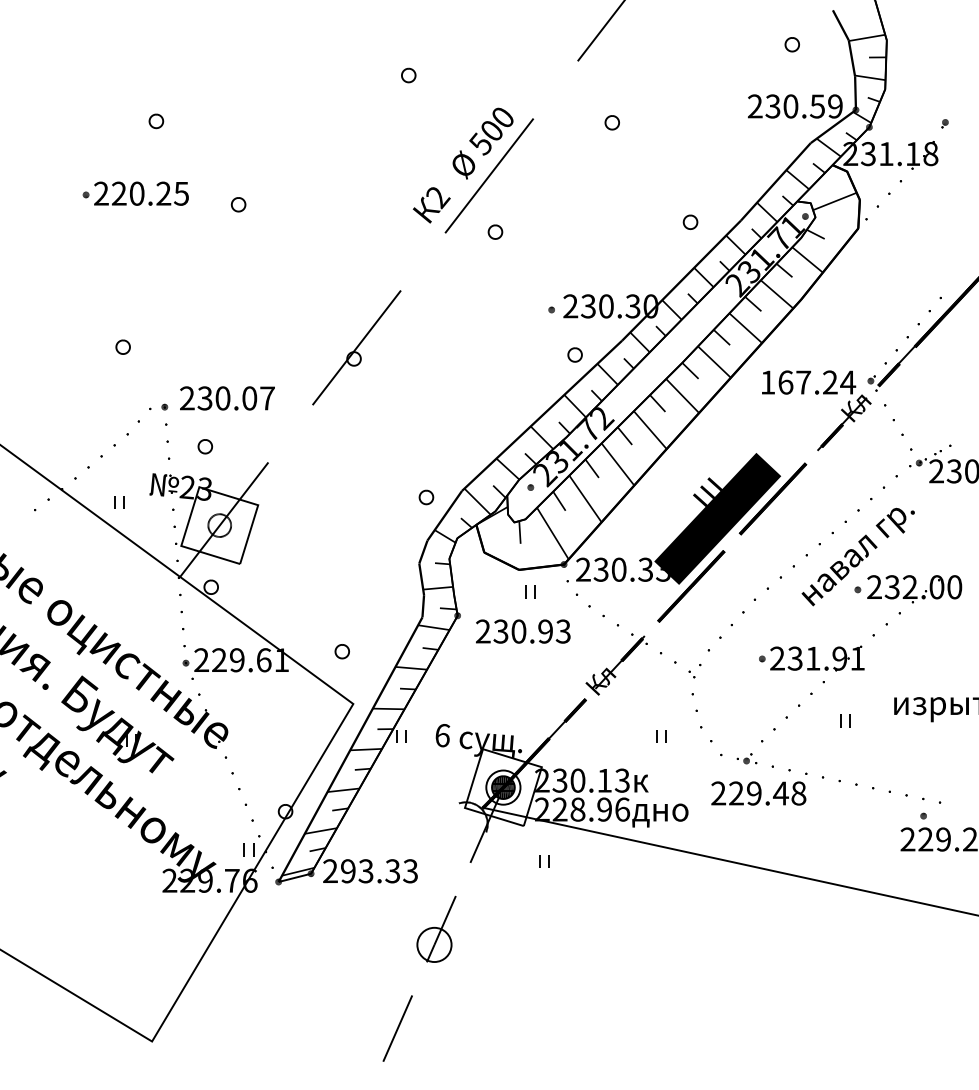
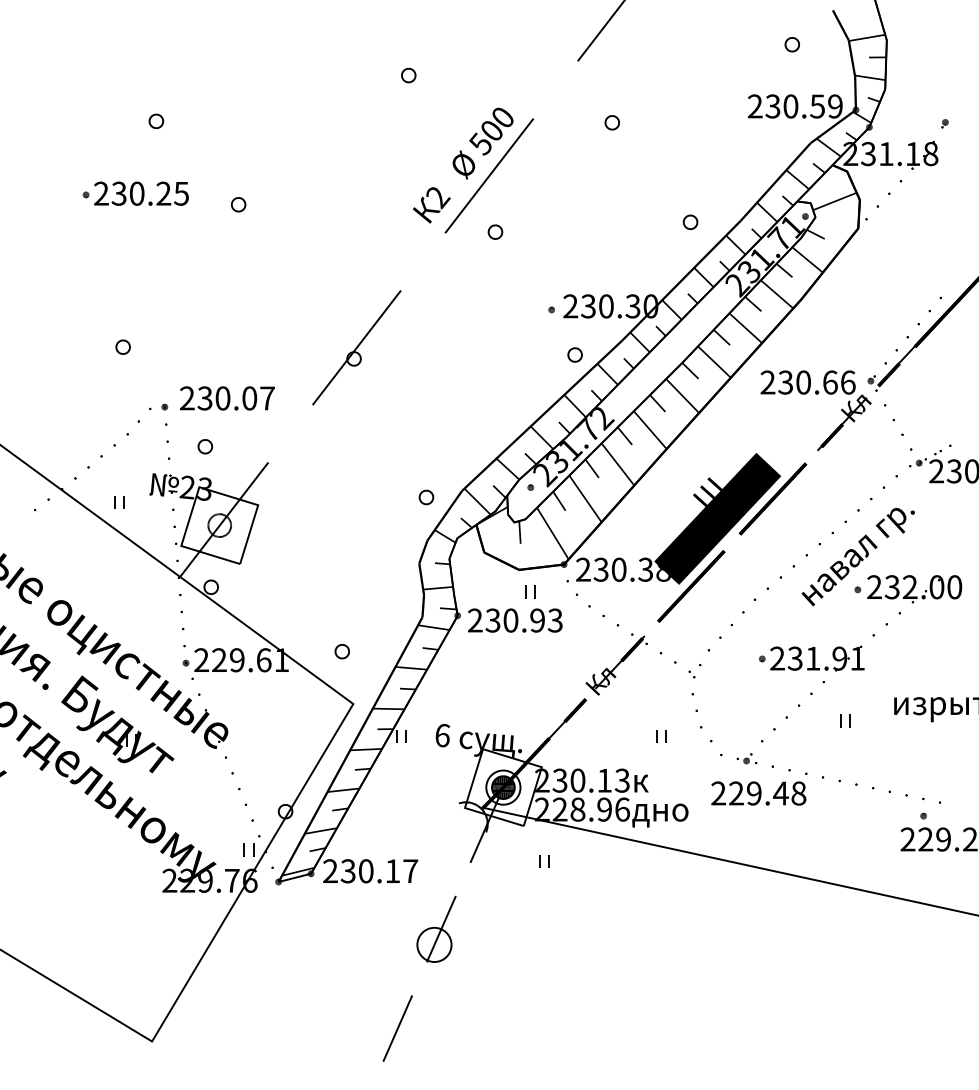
text at (118, 193): 220.25 -> 230.25
text at (808, 382): 167.24 -> 230.66
text at (663, 572): 230.33 -> 230.38
text at (523, 631) position: (523, 631) -> (515, 620)
text at (379, 871): 293.33 -> 230.17
